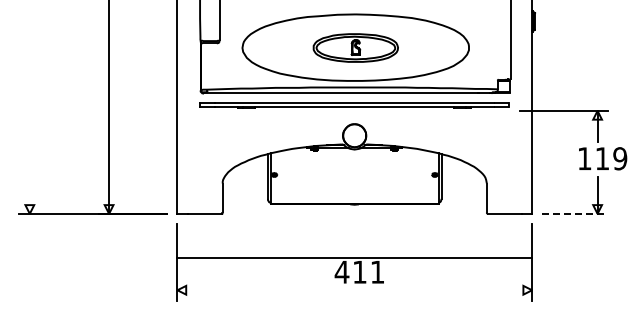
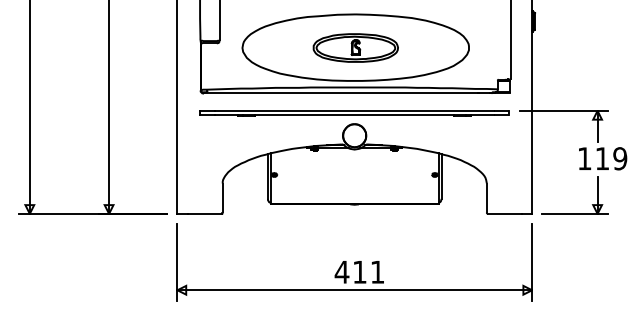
part at (354, 105) position: (354, 105) -> (354, 113)
line at (29, 107): none -> present
line at (575, 213): dashed -> solid
line at (354, 258) position: (354, 258) -> (354, 290)
